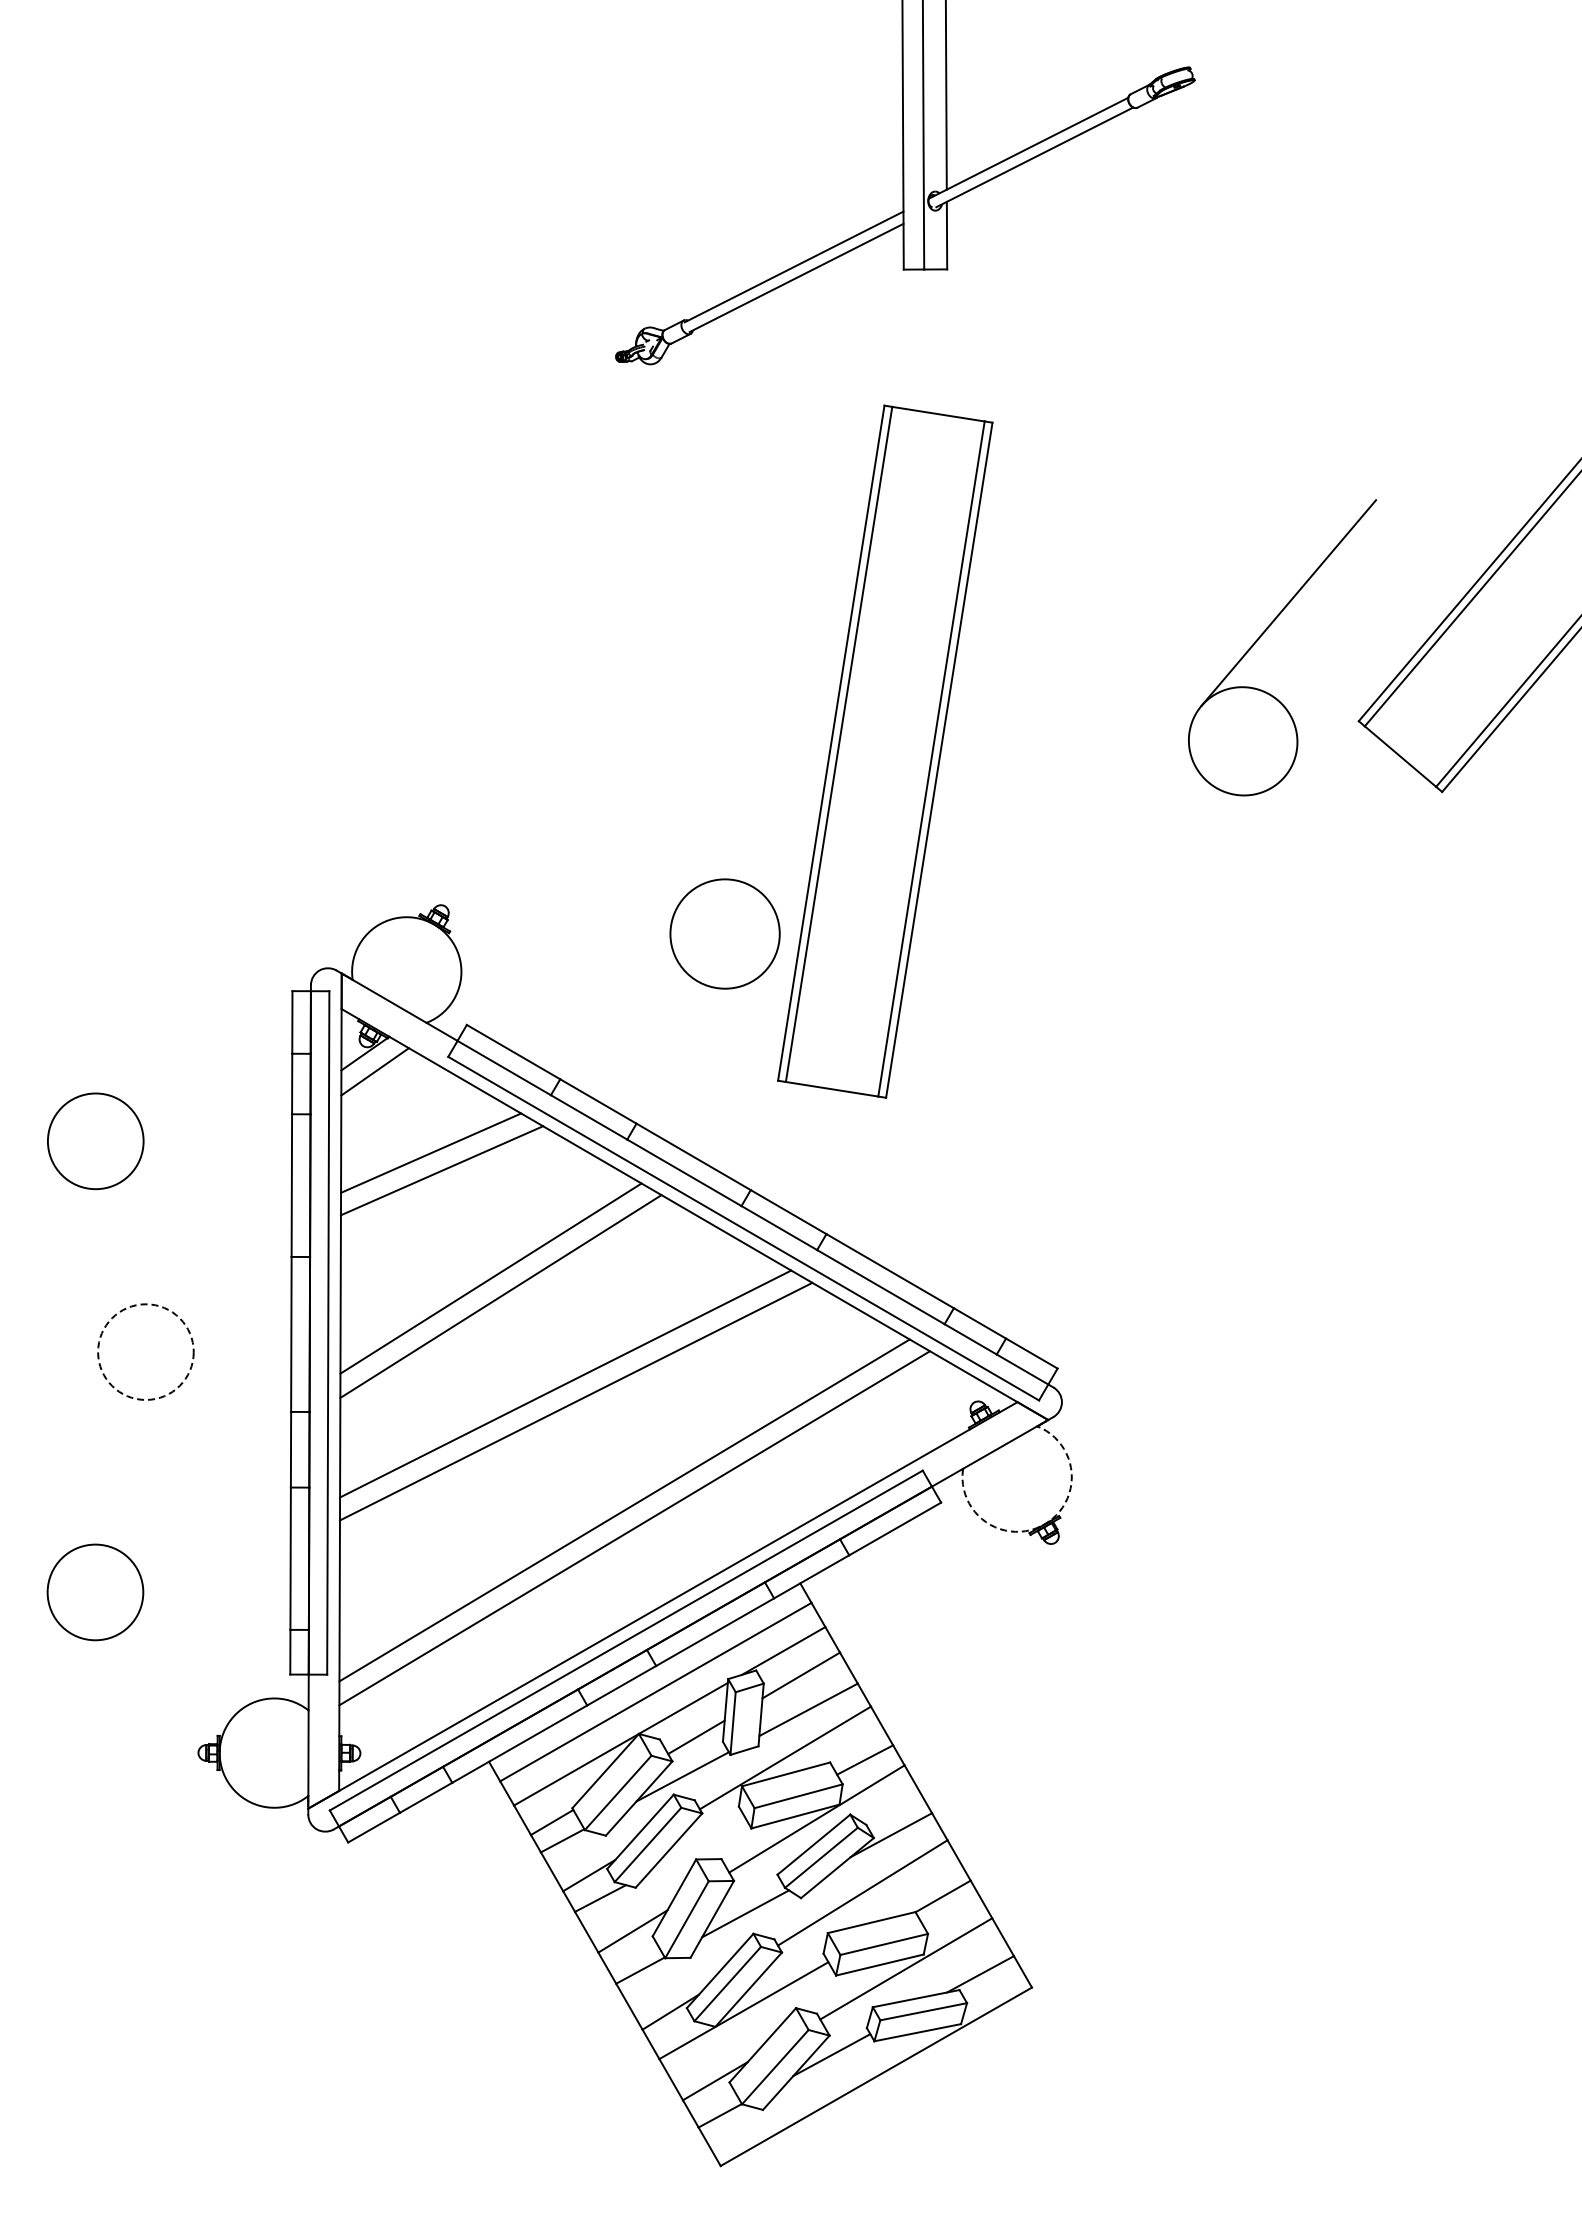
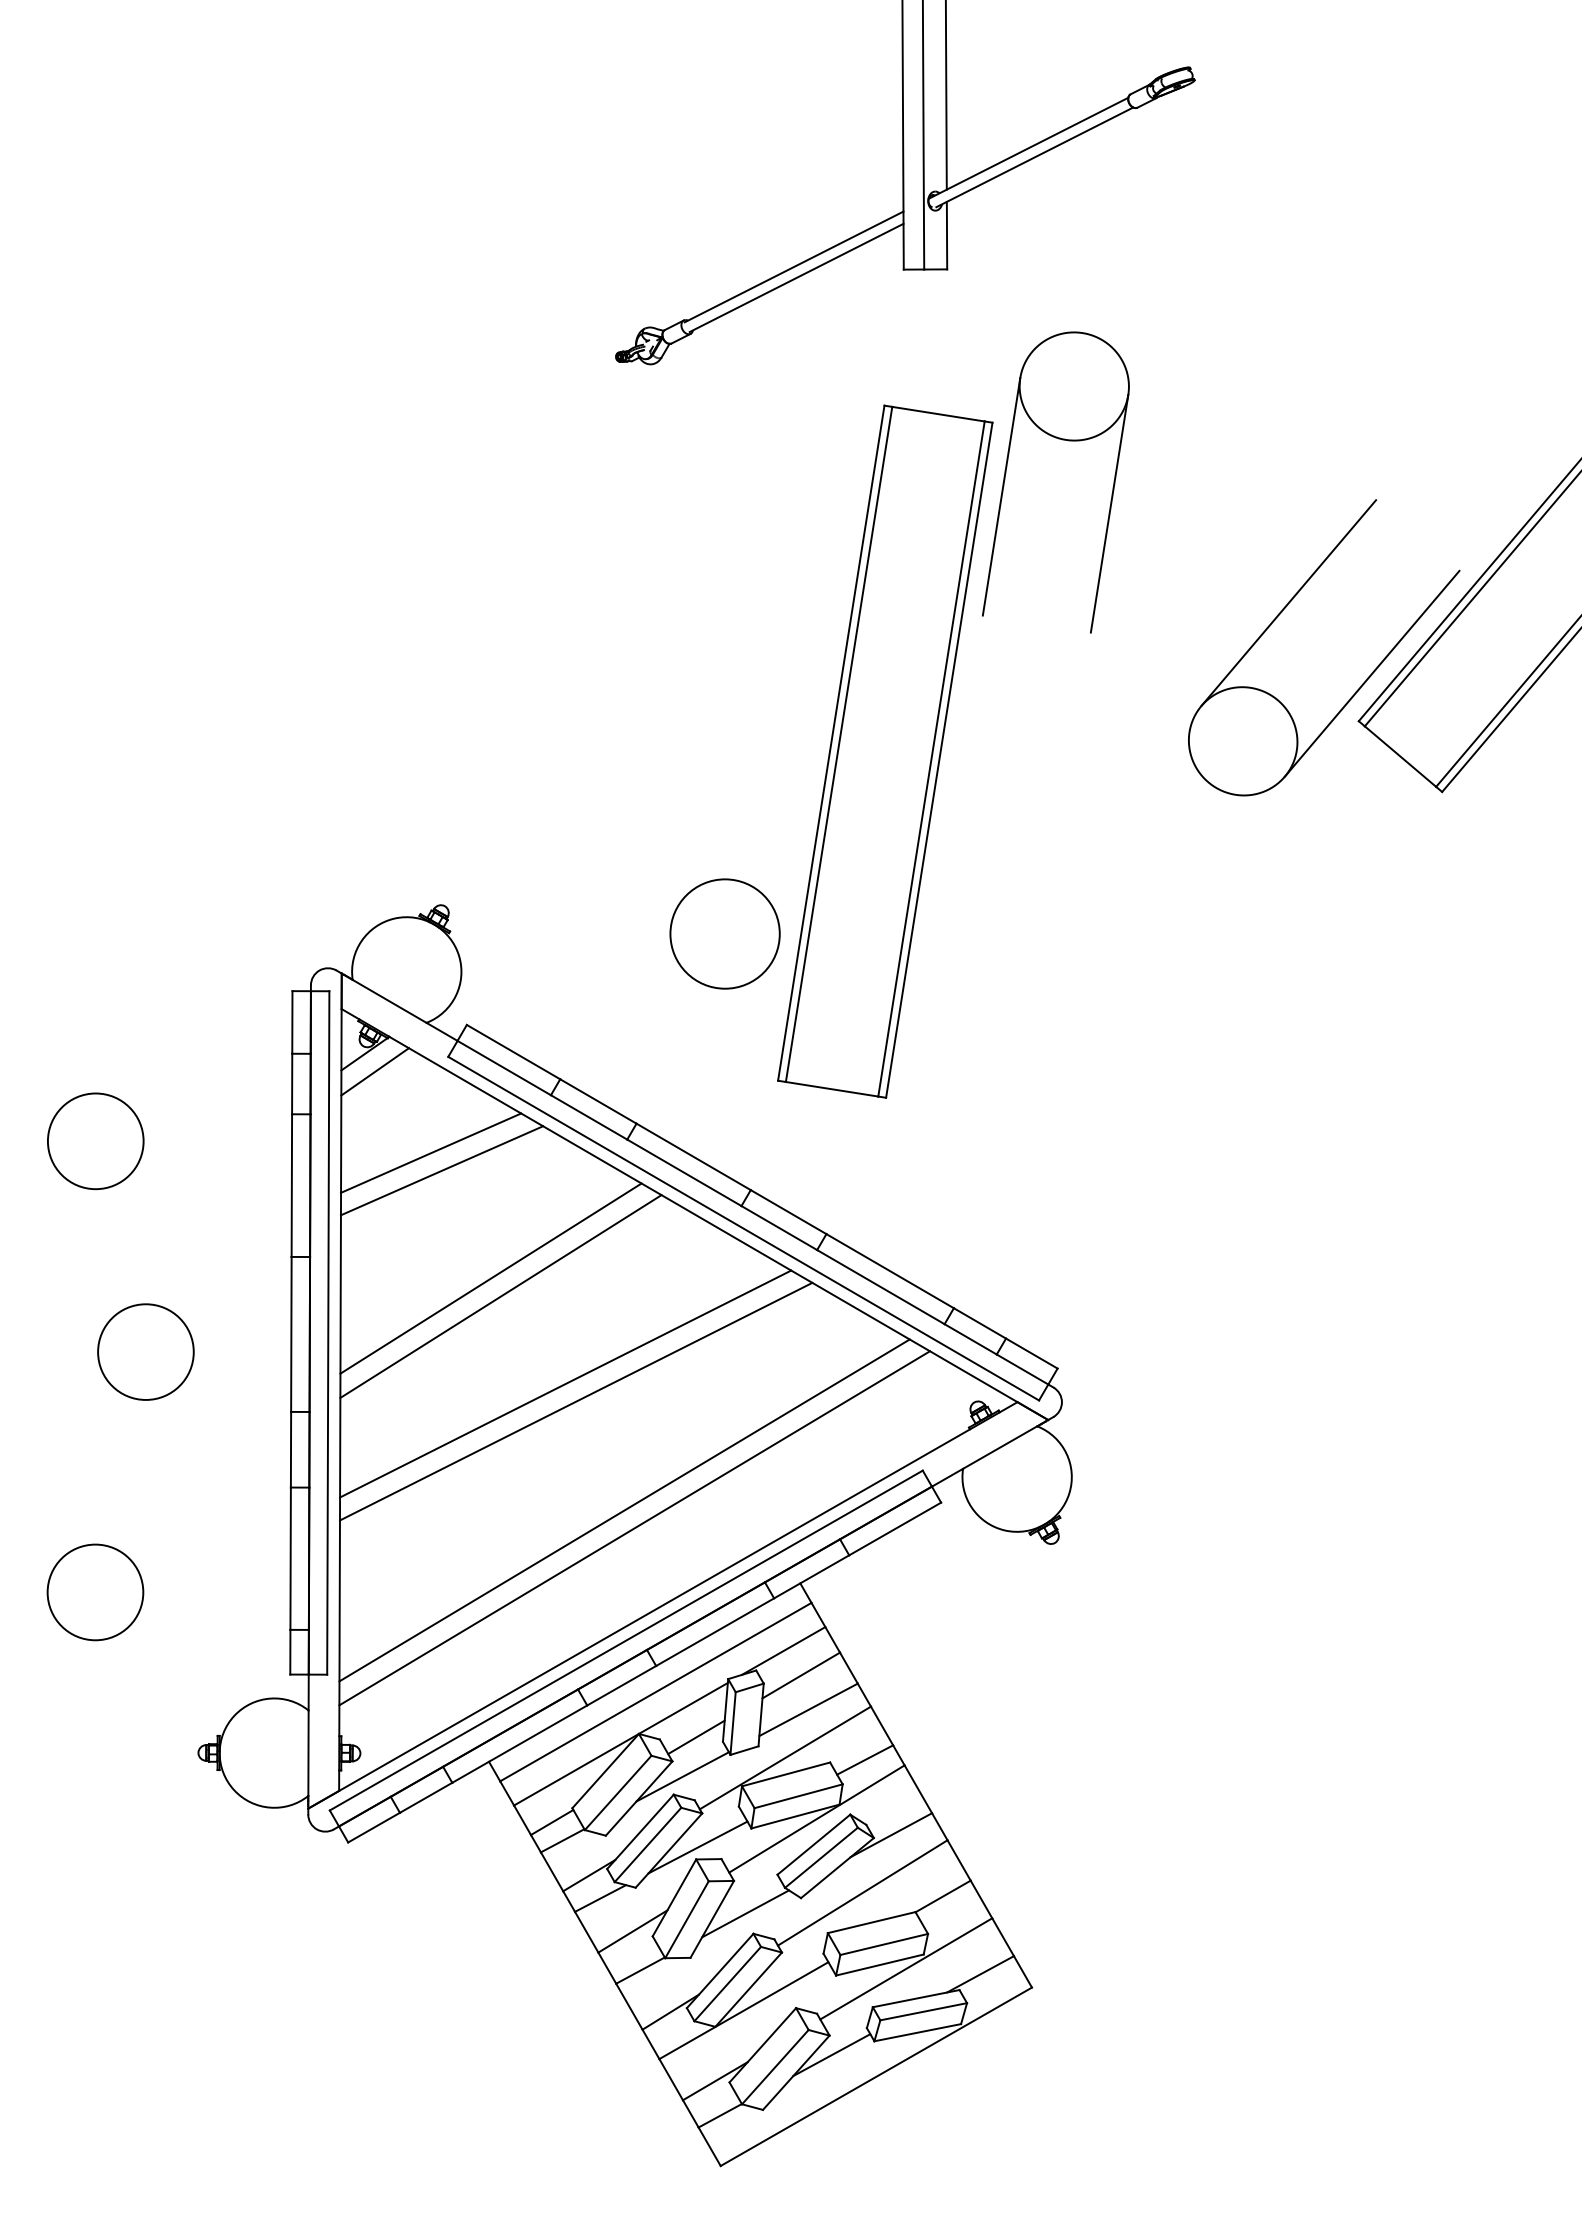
part at (1062, 440): none -> present
line at (1371, 673): none -> present
circle at (145, 1351): dashed -> solid
arc at (1044, 1524): dashed -> solid
line at (697, 1847): none -> present
